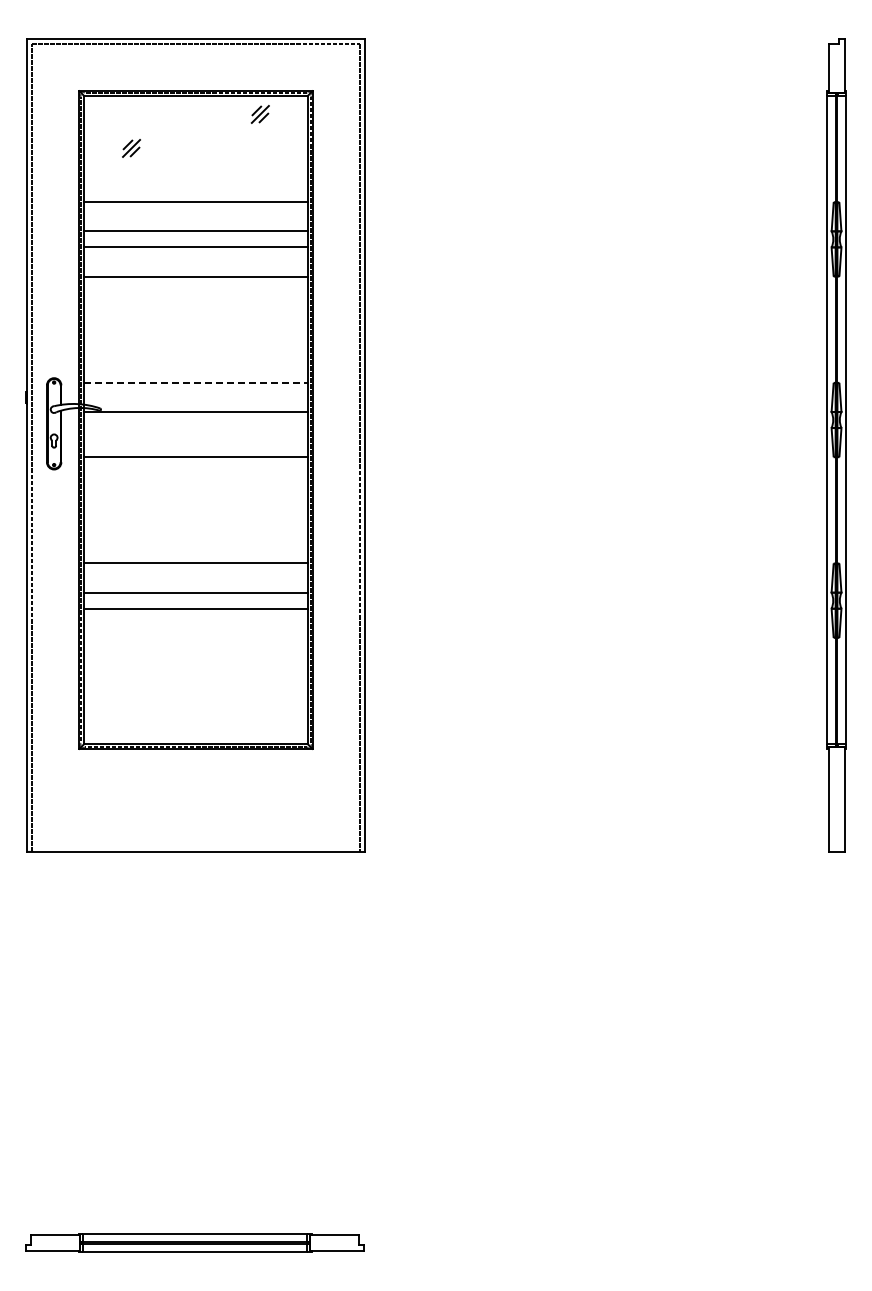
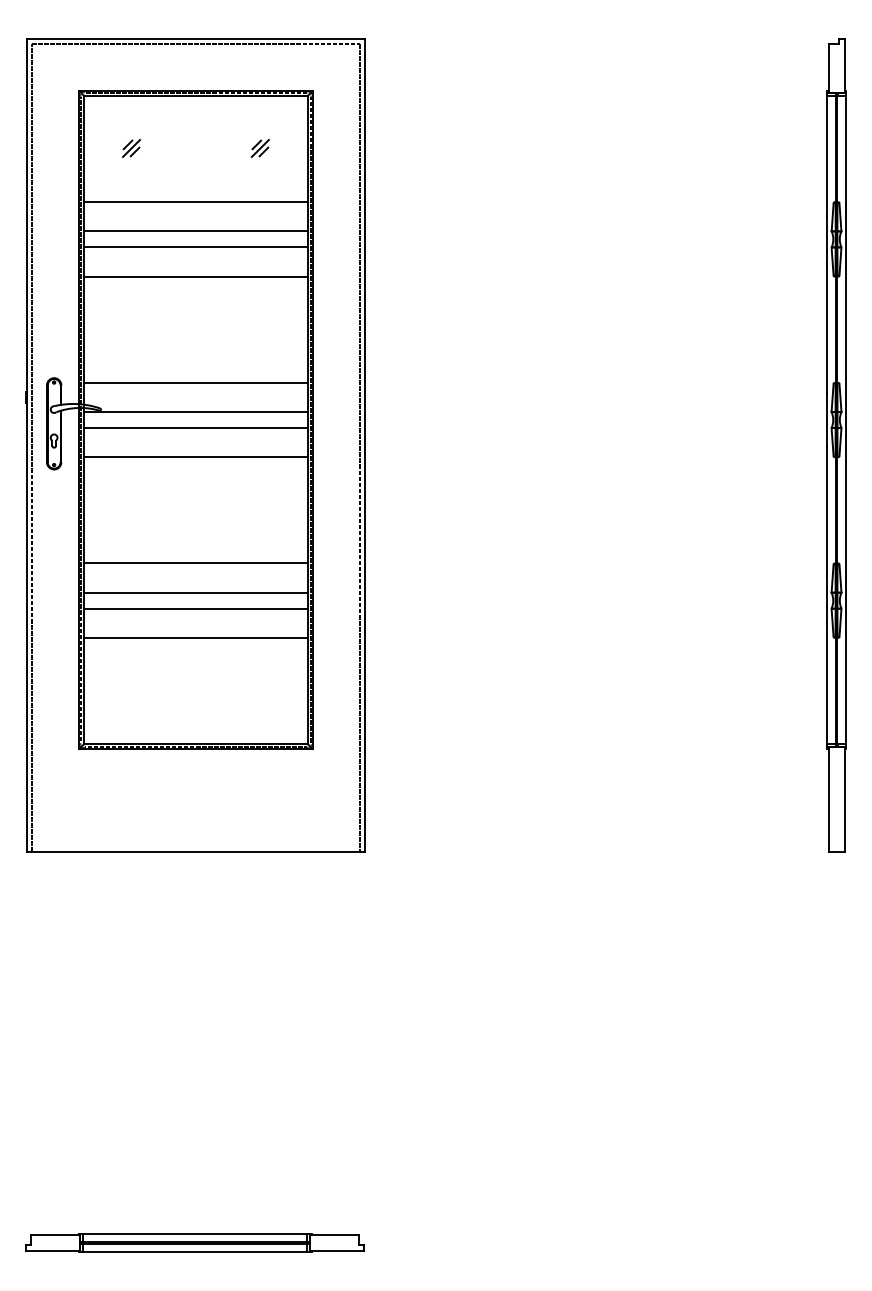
part at (259, 114) position: (259, 114) -> (259, 148)
line at (195, 382): dashed -> solid
line at (195, 428): none -> present
line at (195, 637): none -> present
